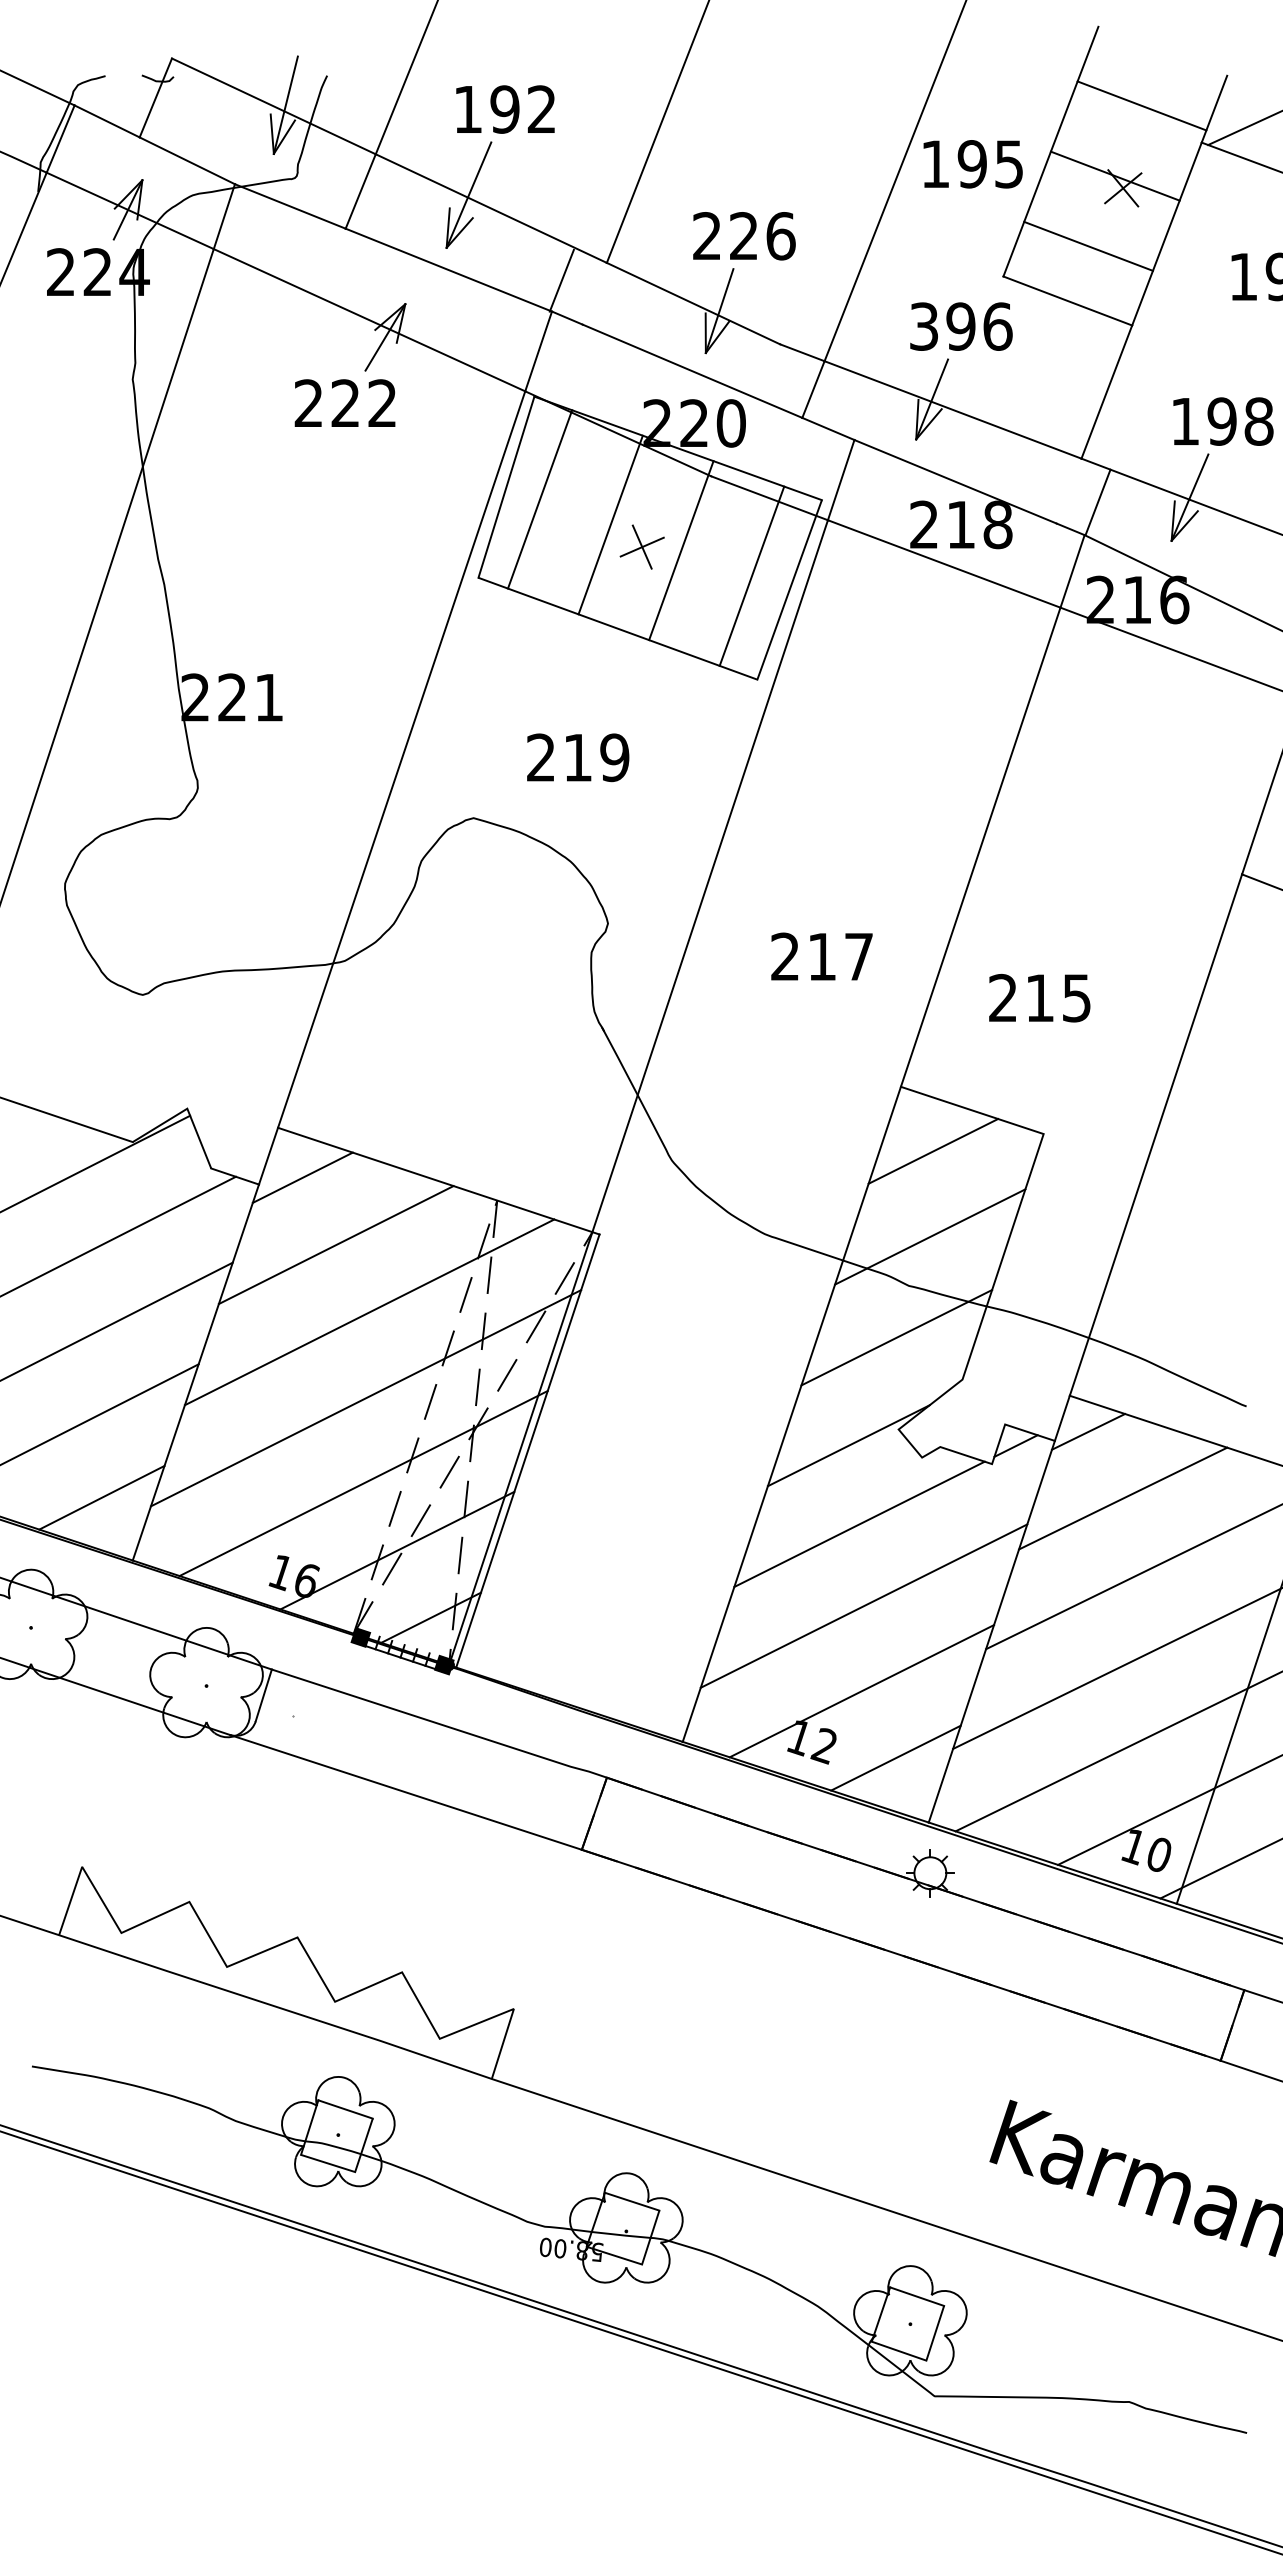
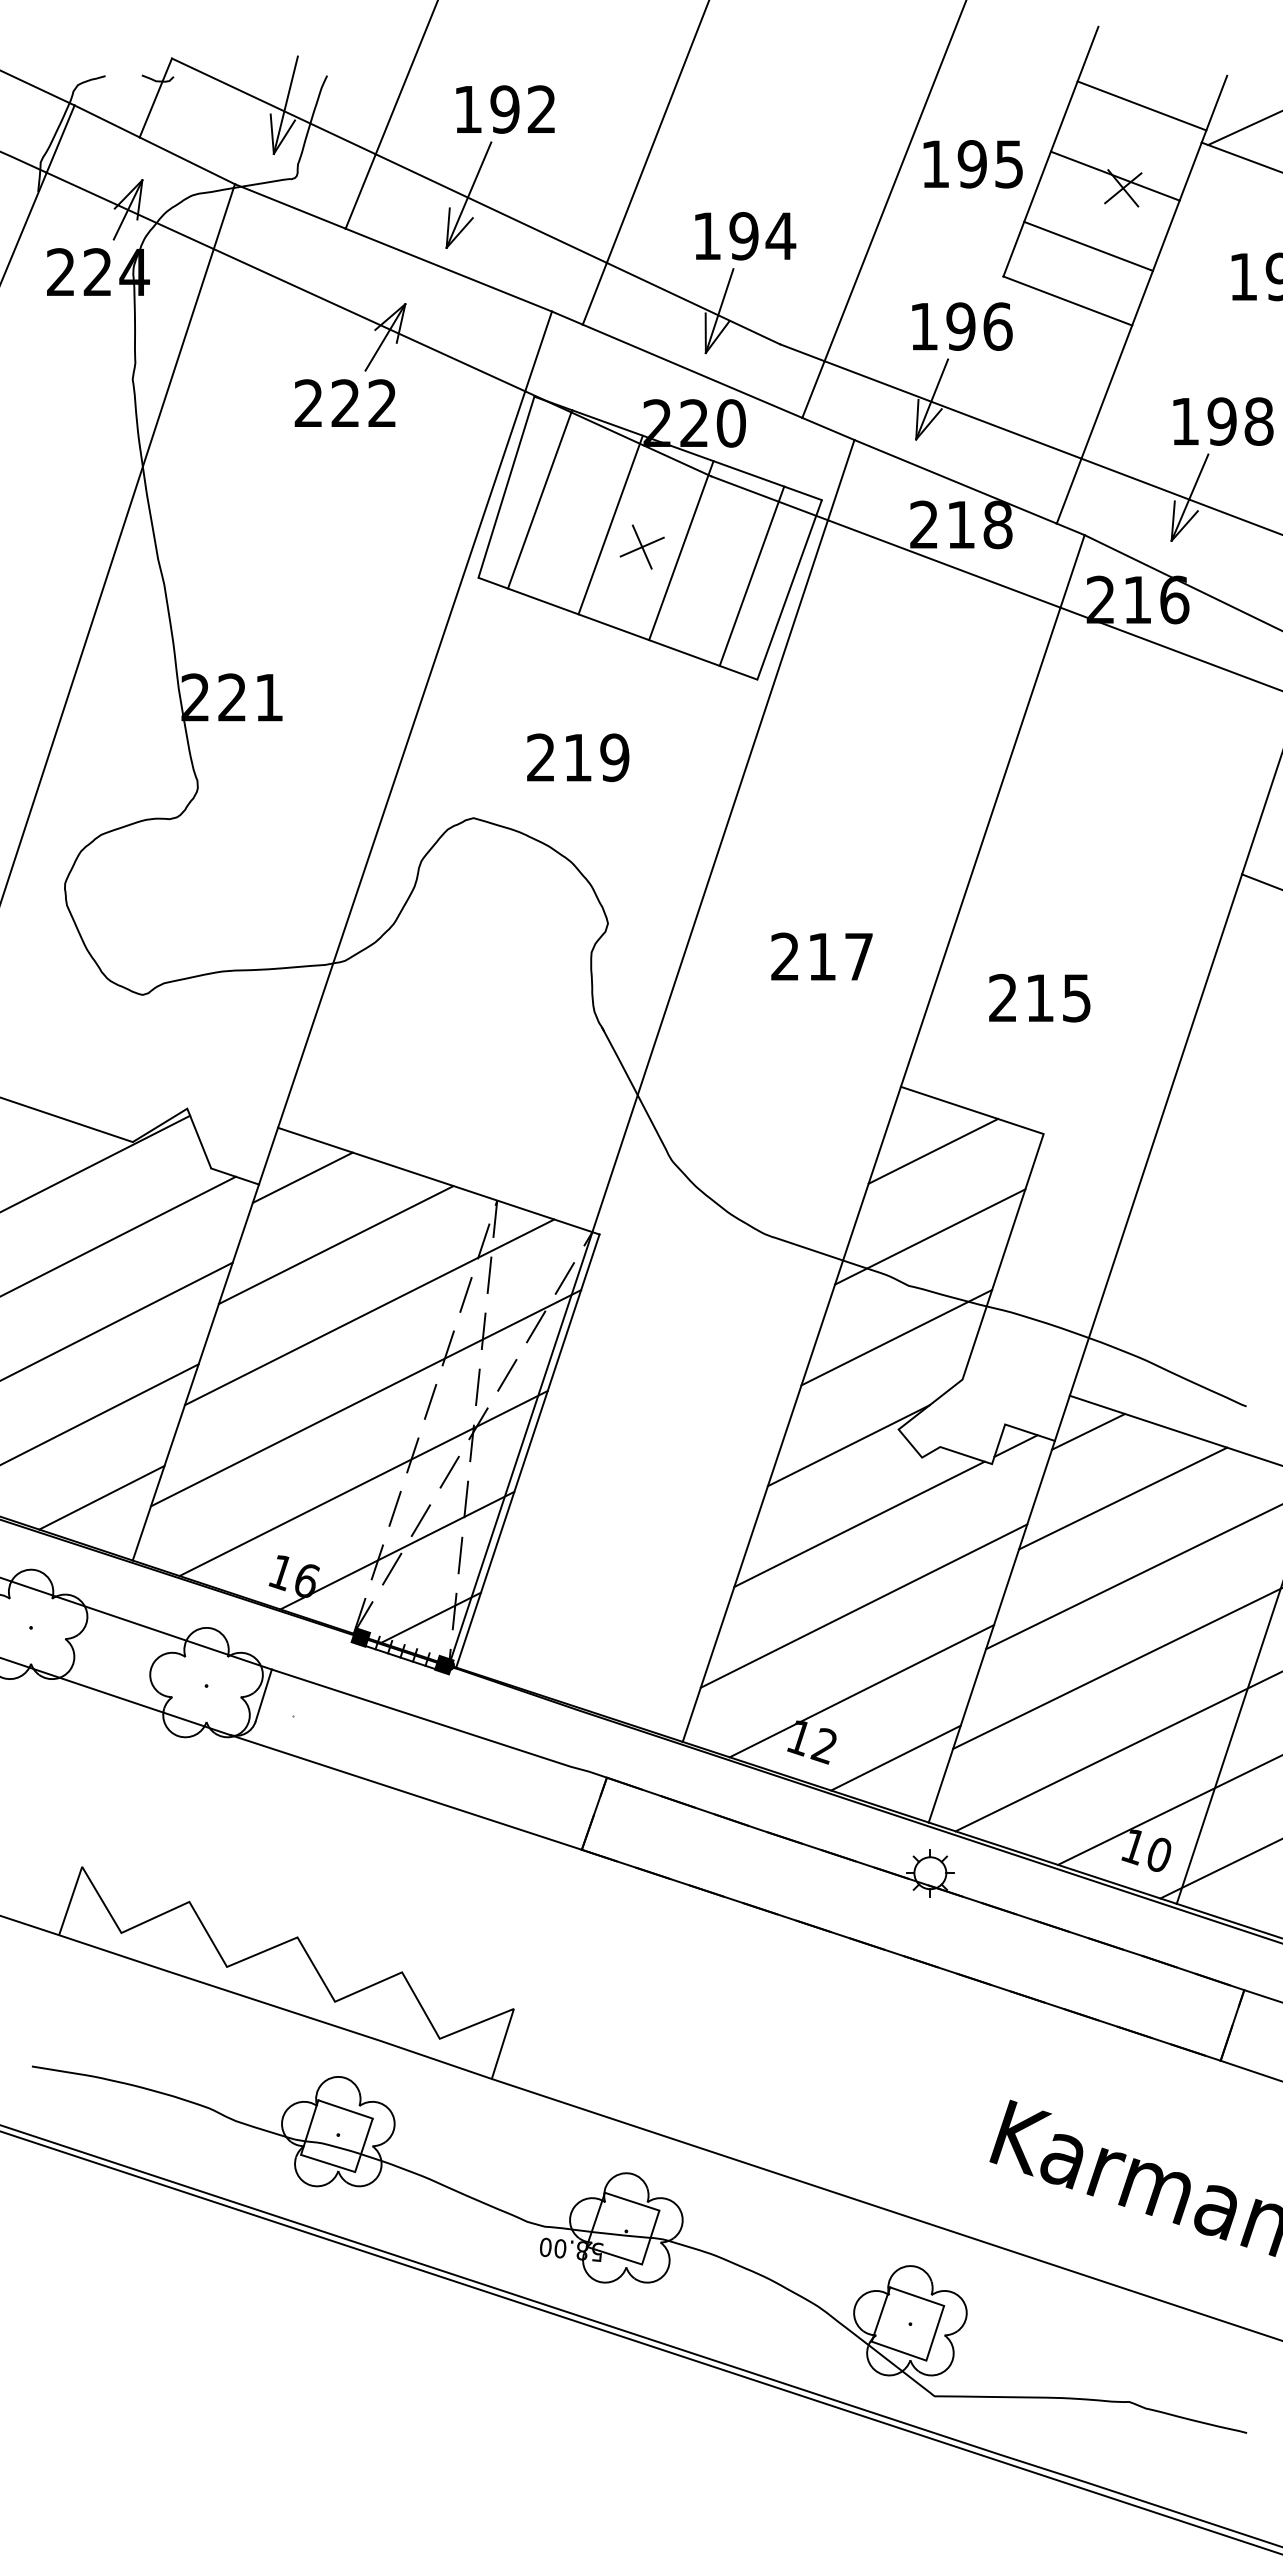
text at (744, 236): 226 -> 194
line at (561, 280) position: (561, 280) -> (594, 293)
text at (923, 326): 396 -> 196
line at (1097, 501) position: (1097, 501) -> (1068, 490)
